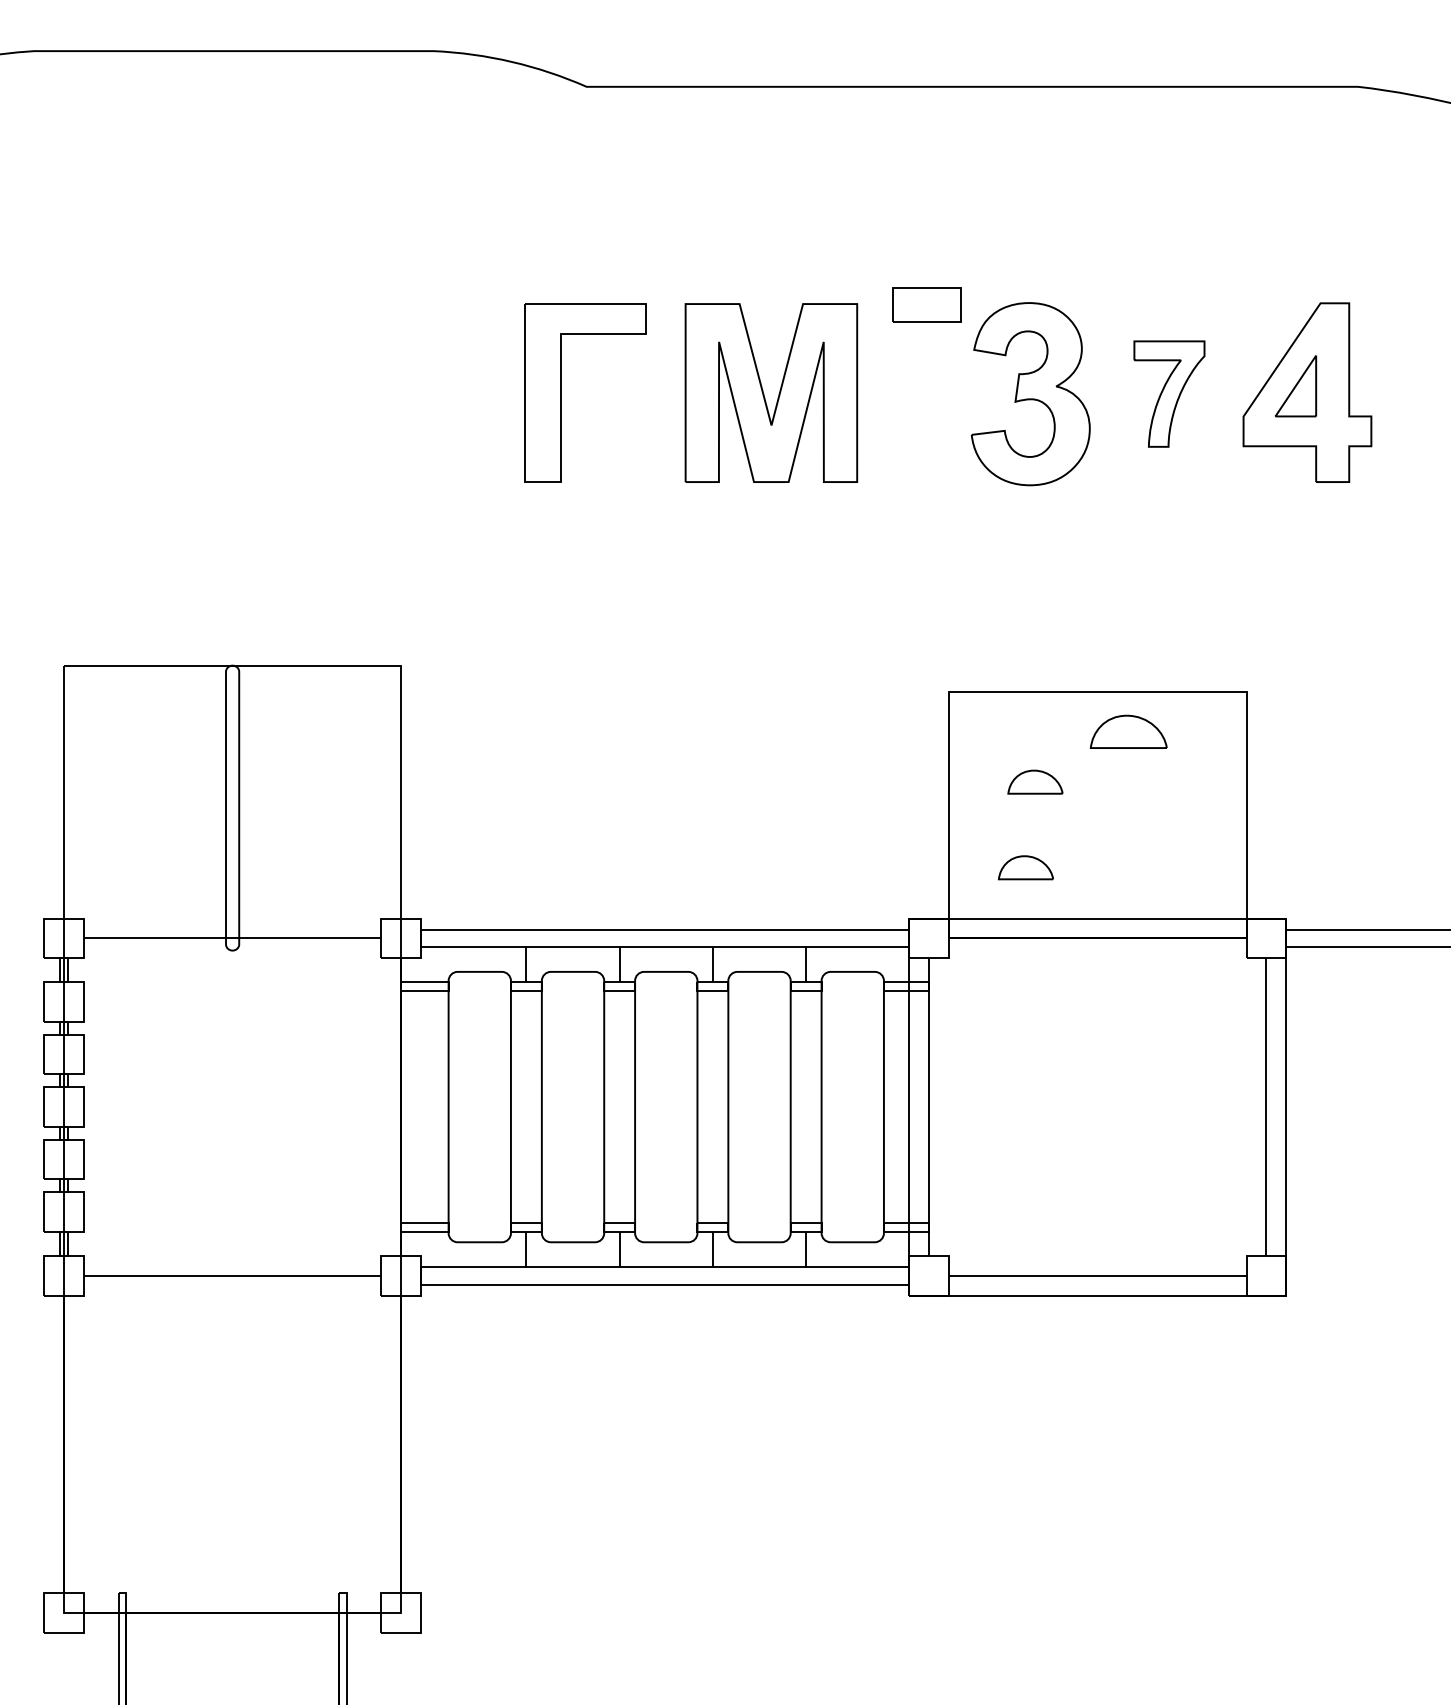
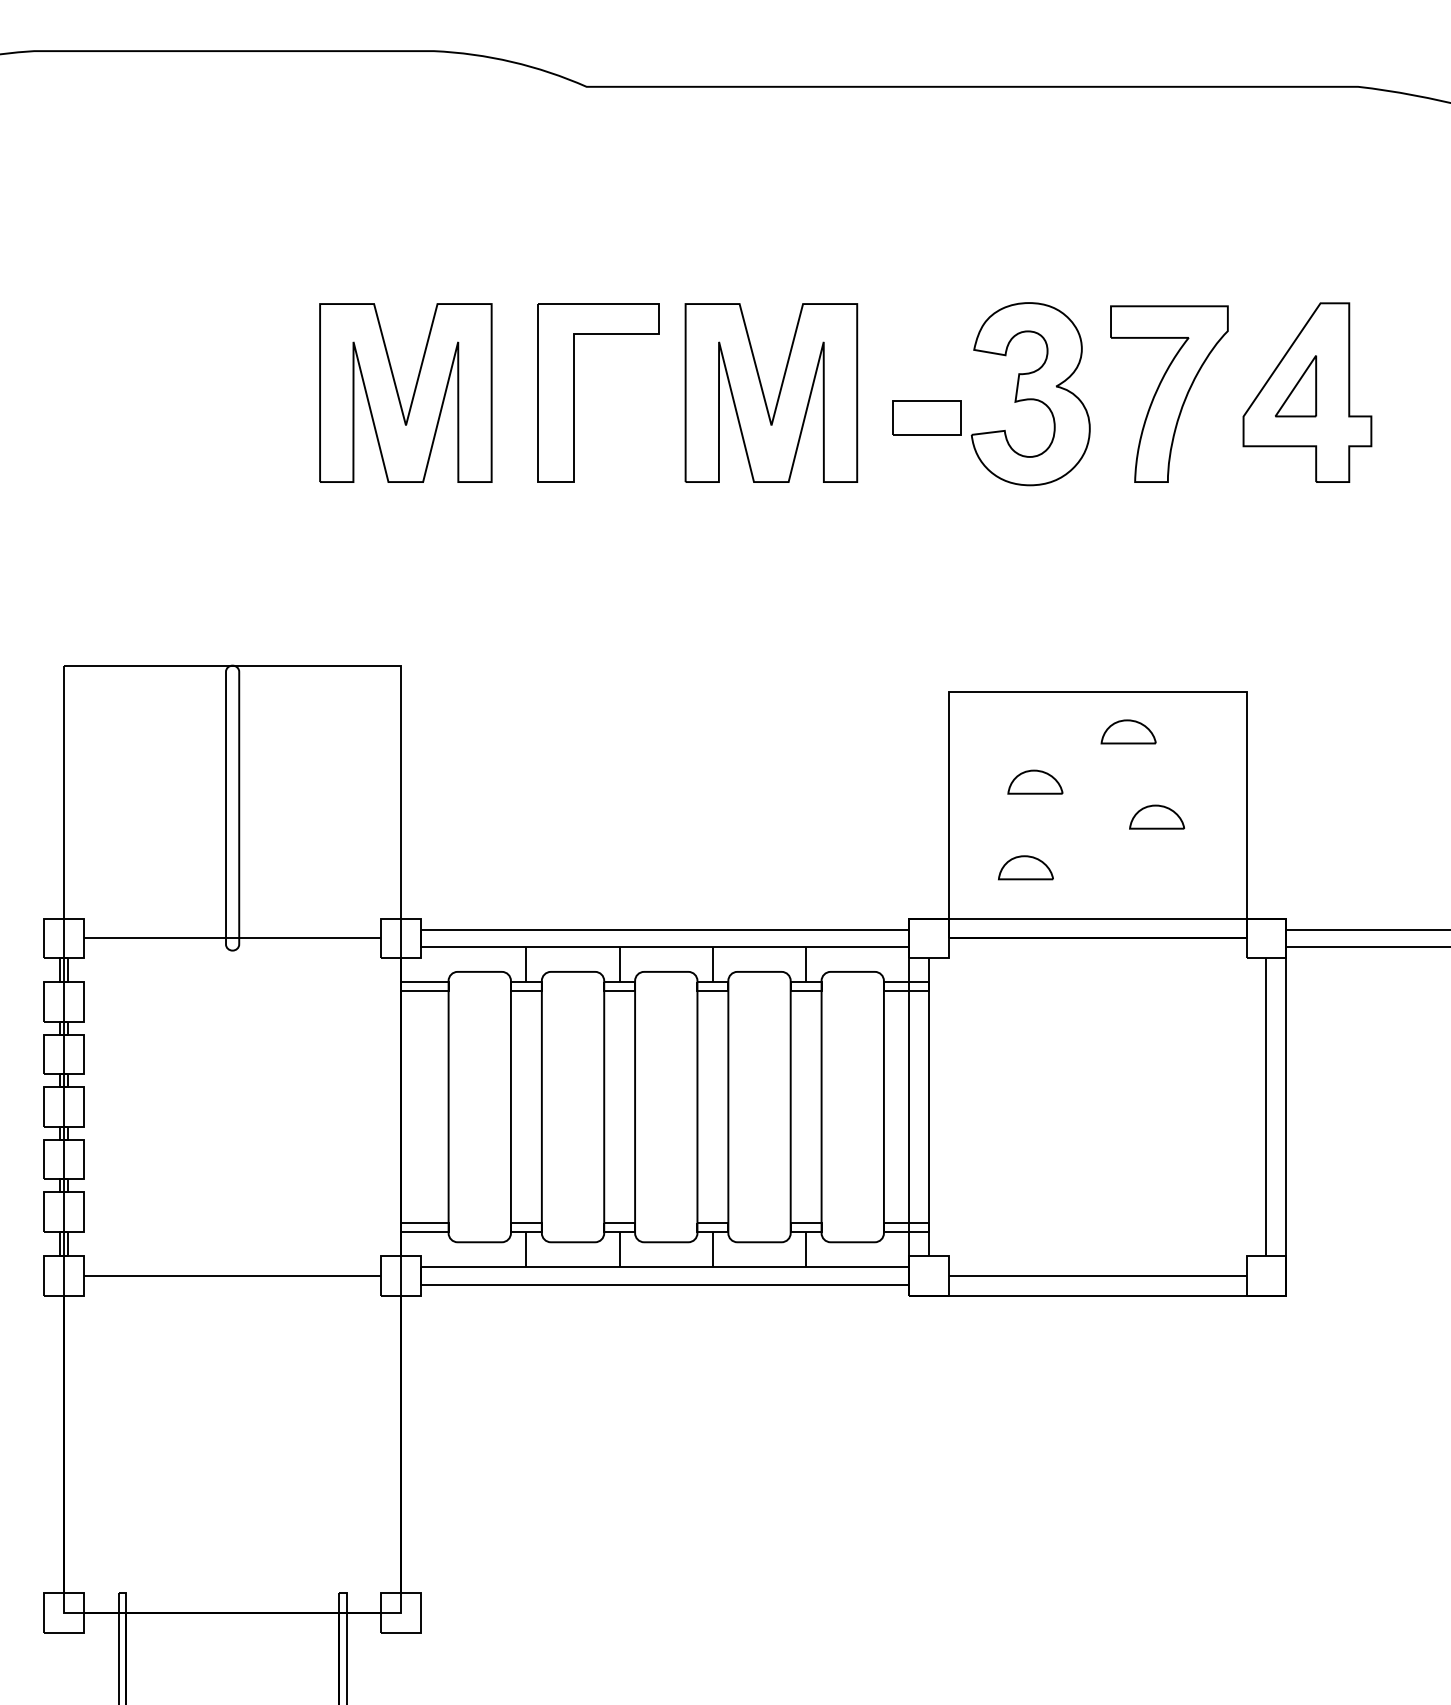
part at (926, 304) position: (926, 304) -> (926, 417)
part at (561, 392) position: (561, 392) -> (574, 392)
part at (1169, 393) size: 73x108 px -> 119x178 px
part at (399, 395): none -> present
part at (1128, 731) size: 79x35 px -> 57x26 px
part at (1156, 816): none -> present
